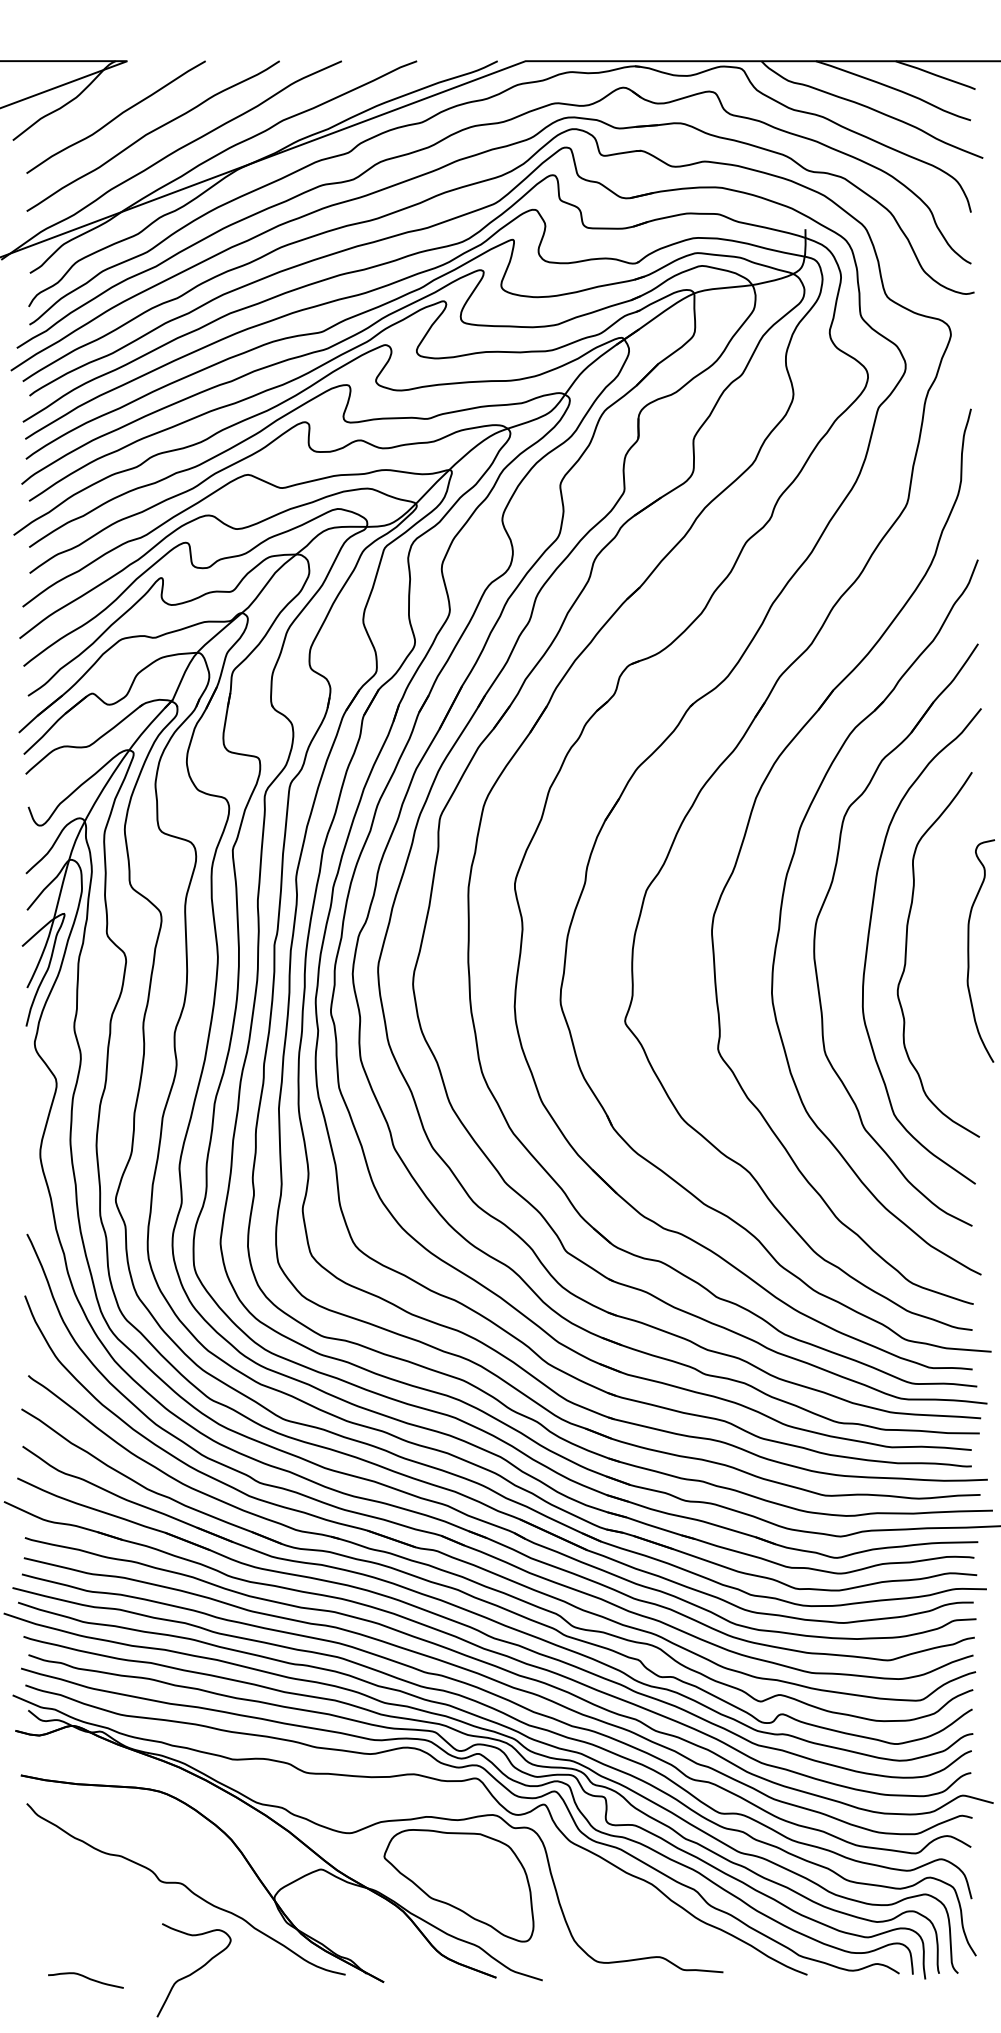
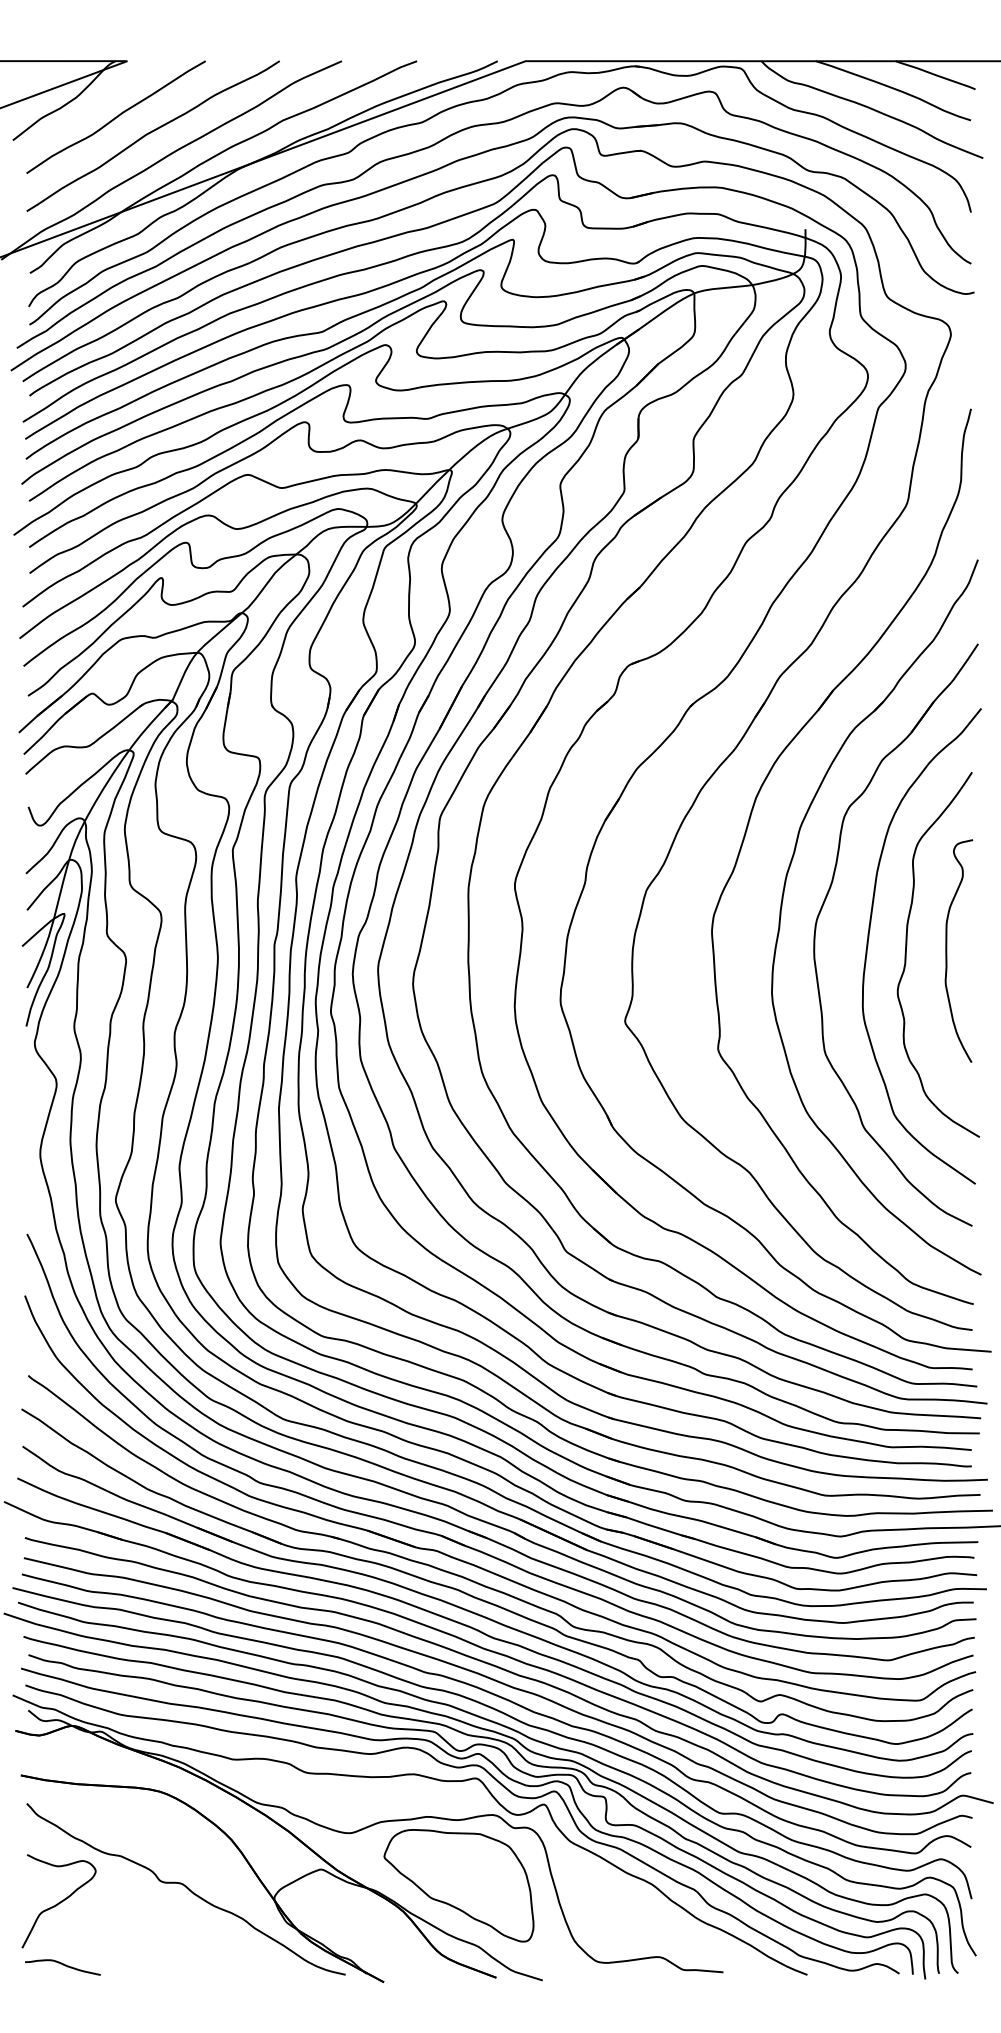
curve at (969, 950) position: (969, 950) -> (947, 950)
curve at (193, 1971) position: (193, 1971) -> (58, 1902)
curve at (85, 1978) position: (85, 1978) -> (62, 1965)
